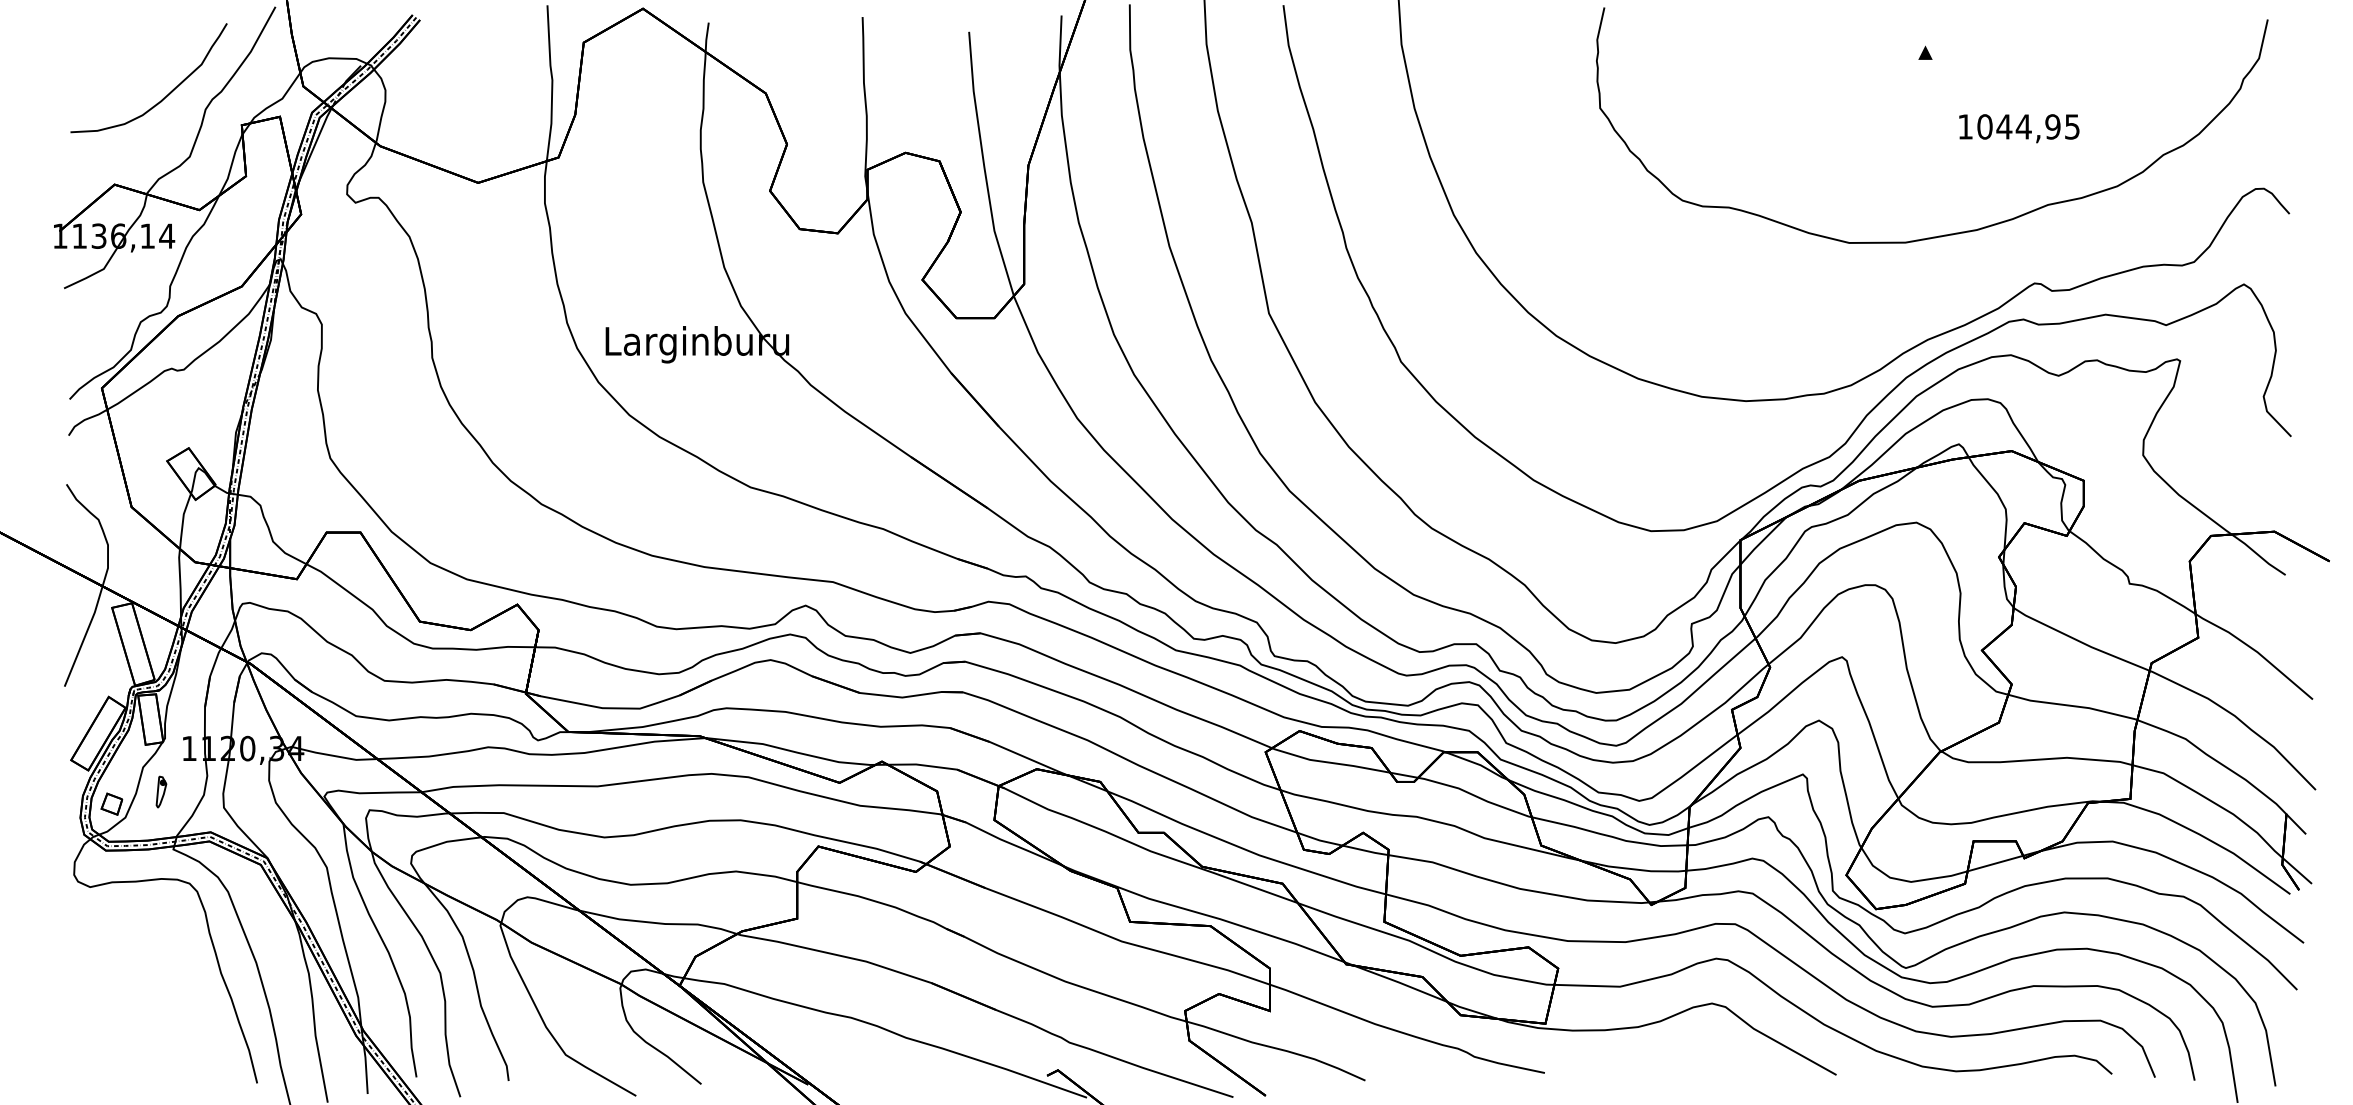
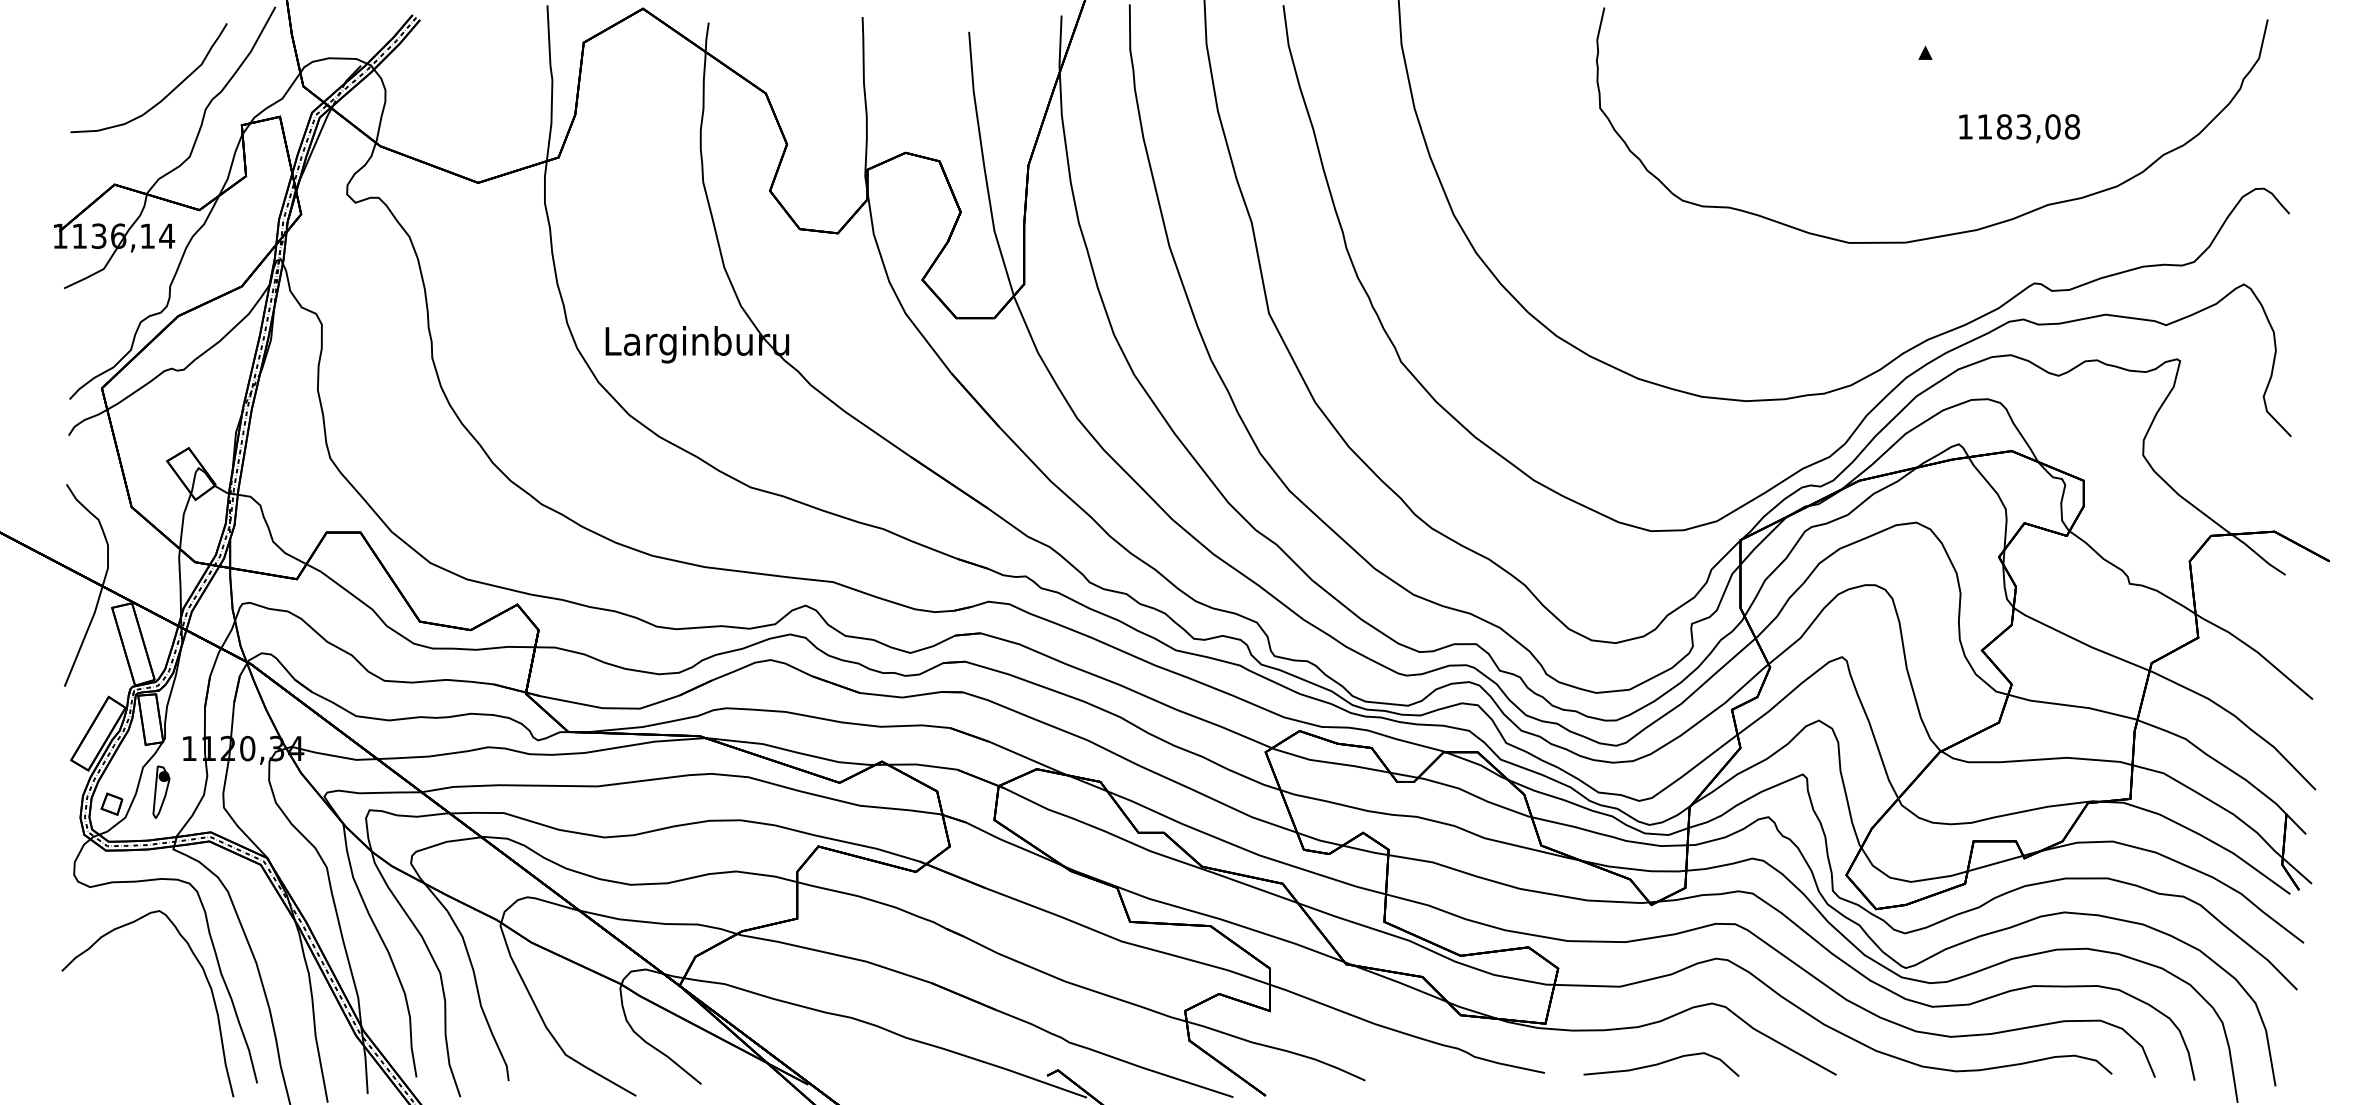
text at (2028, 126): 1044,95 -> 1183,08
part at (161, 791) size: 13x34 px -> 19x54 px
curve at (205, 978): none -> present
curve at (1661, 1063): none -> present
